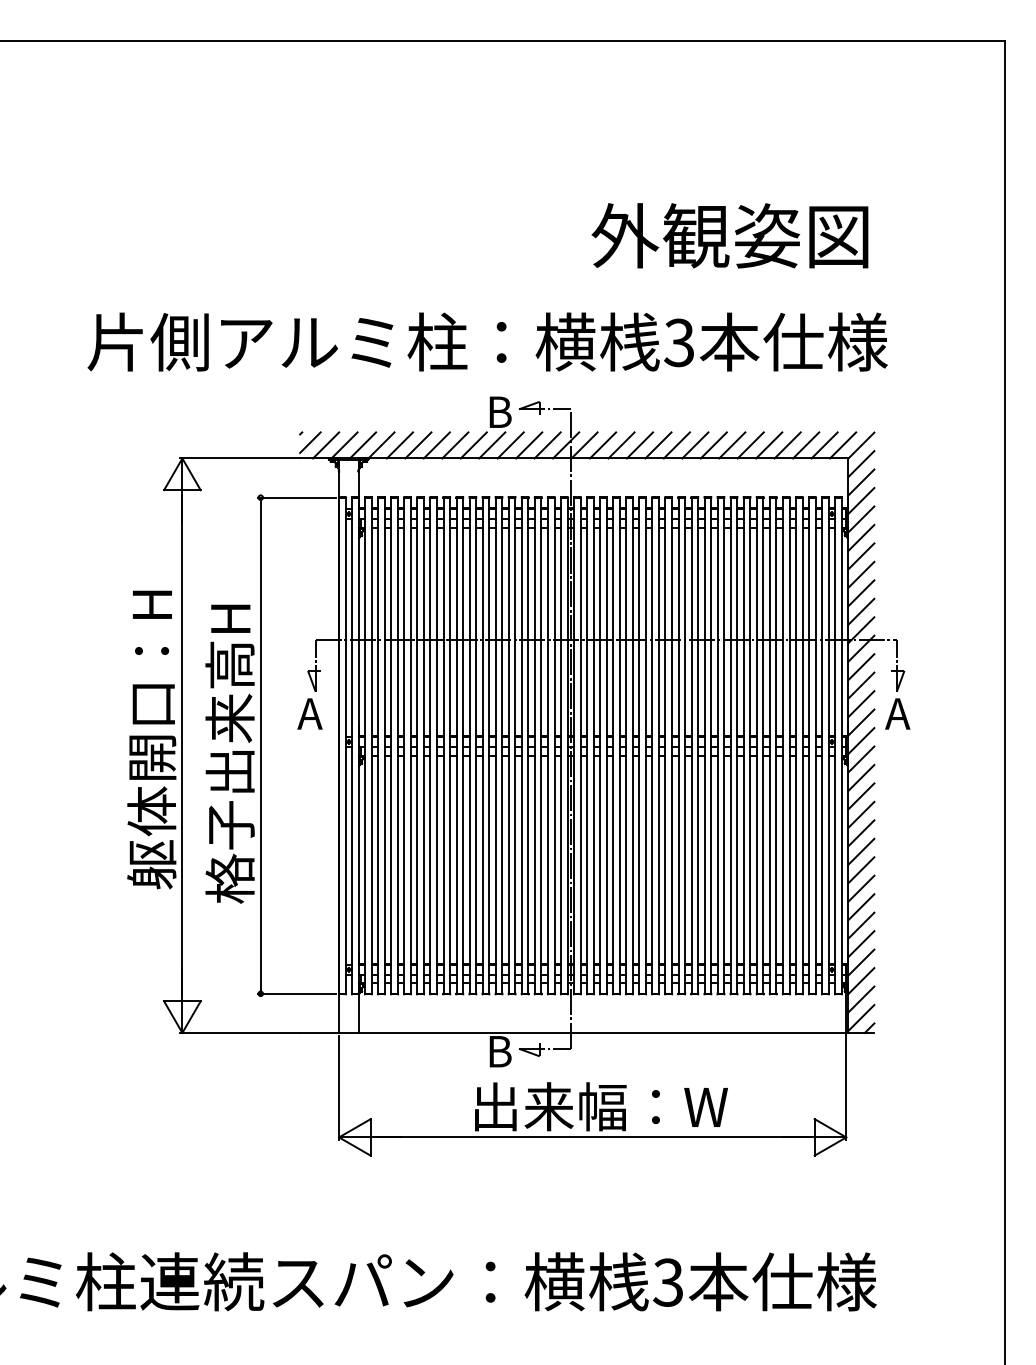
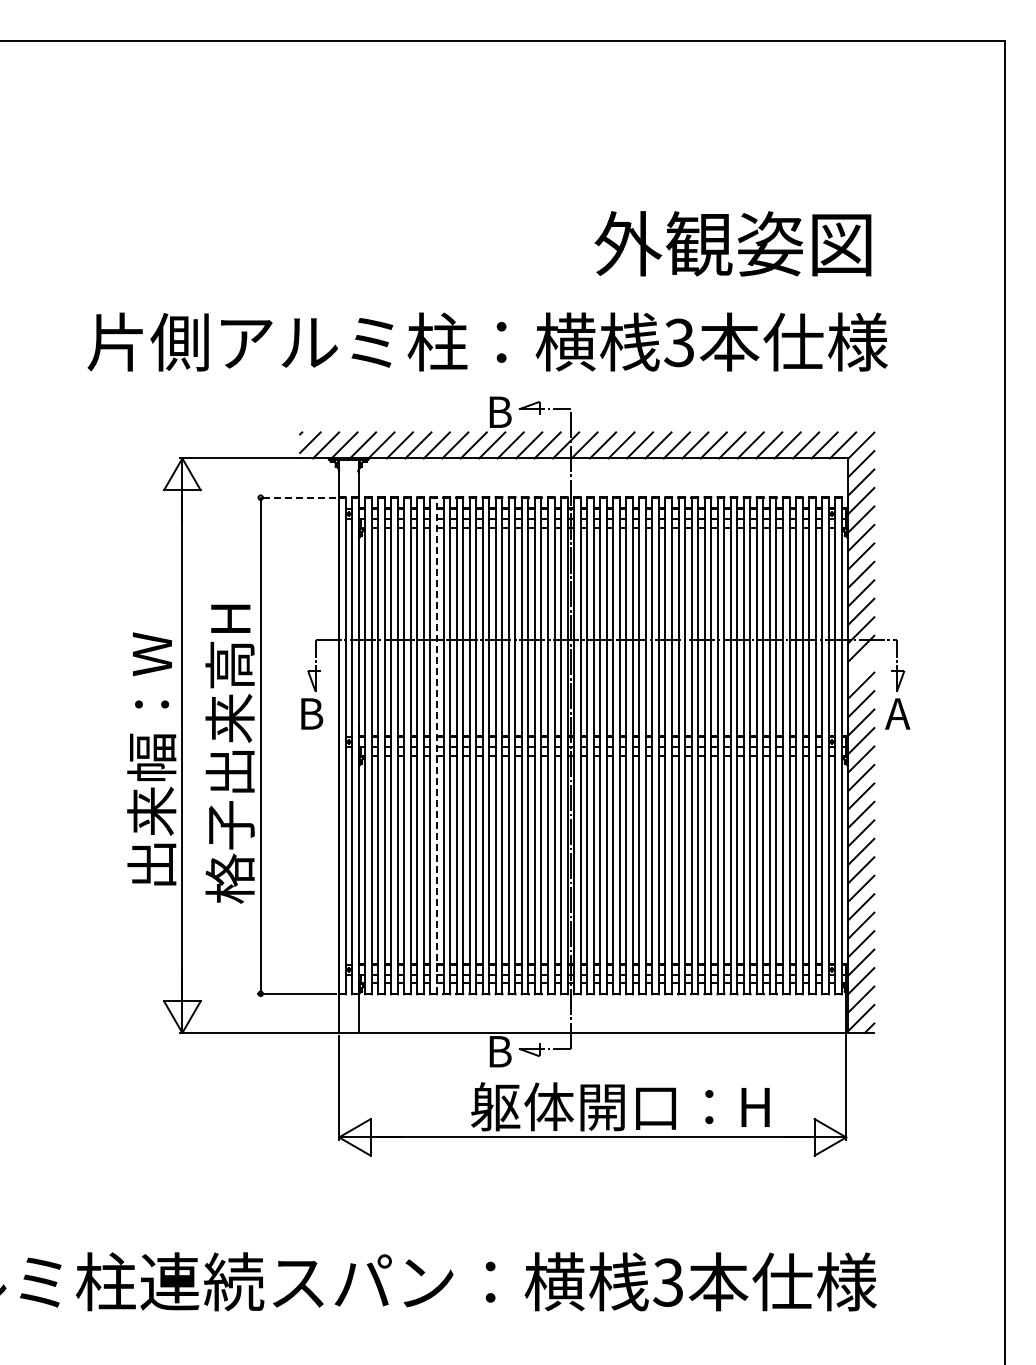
text at (729, 235) position: (729, 235) -> (732, 243)
line at (296, 497): solid -> dashed
line at (861, 667): present -> none
text at (310, 713): A -> B
text at (151, 739): 躯体開口：H -> 出来幅：W
line at (436, 745): solid -> dashed
text at (620, 1106): 出来幅：W -> 躯体開口：H
